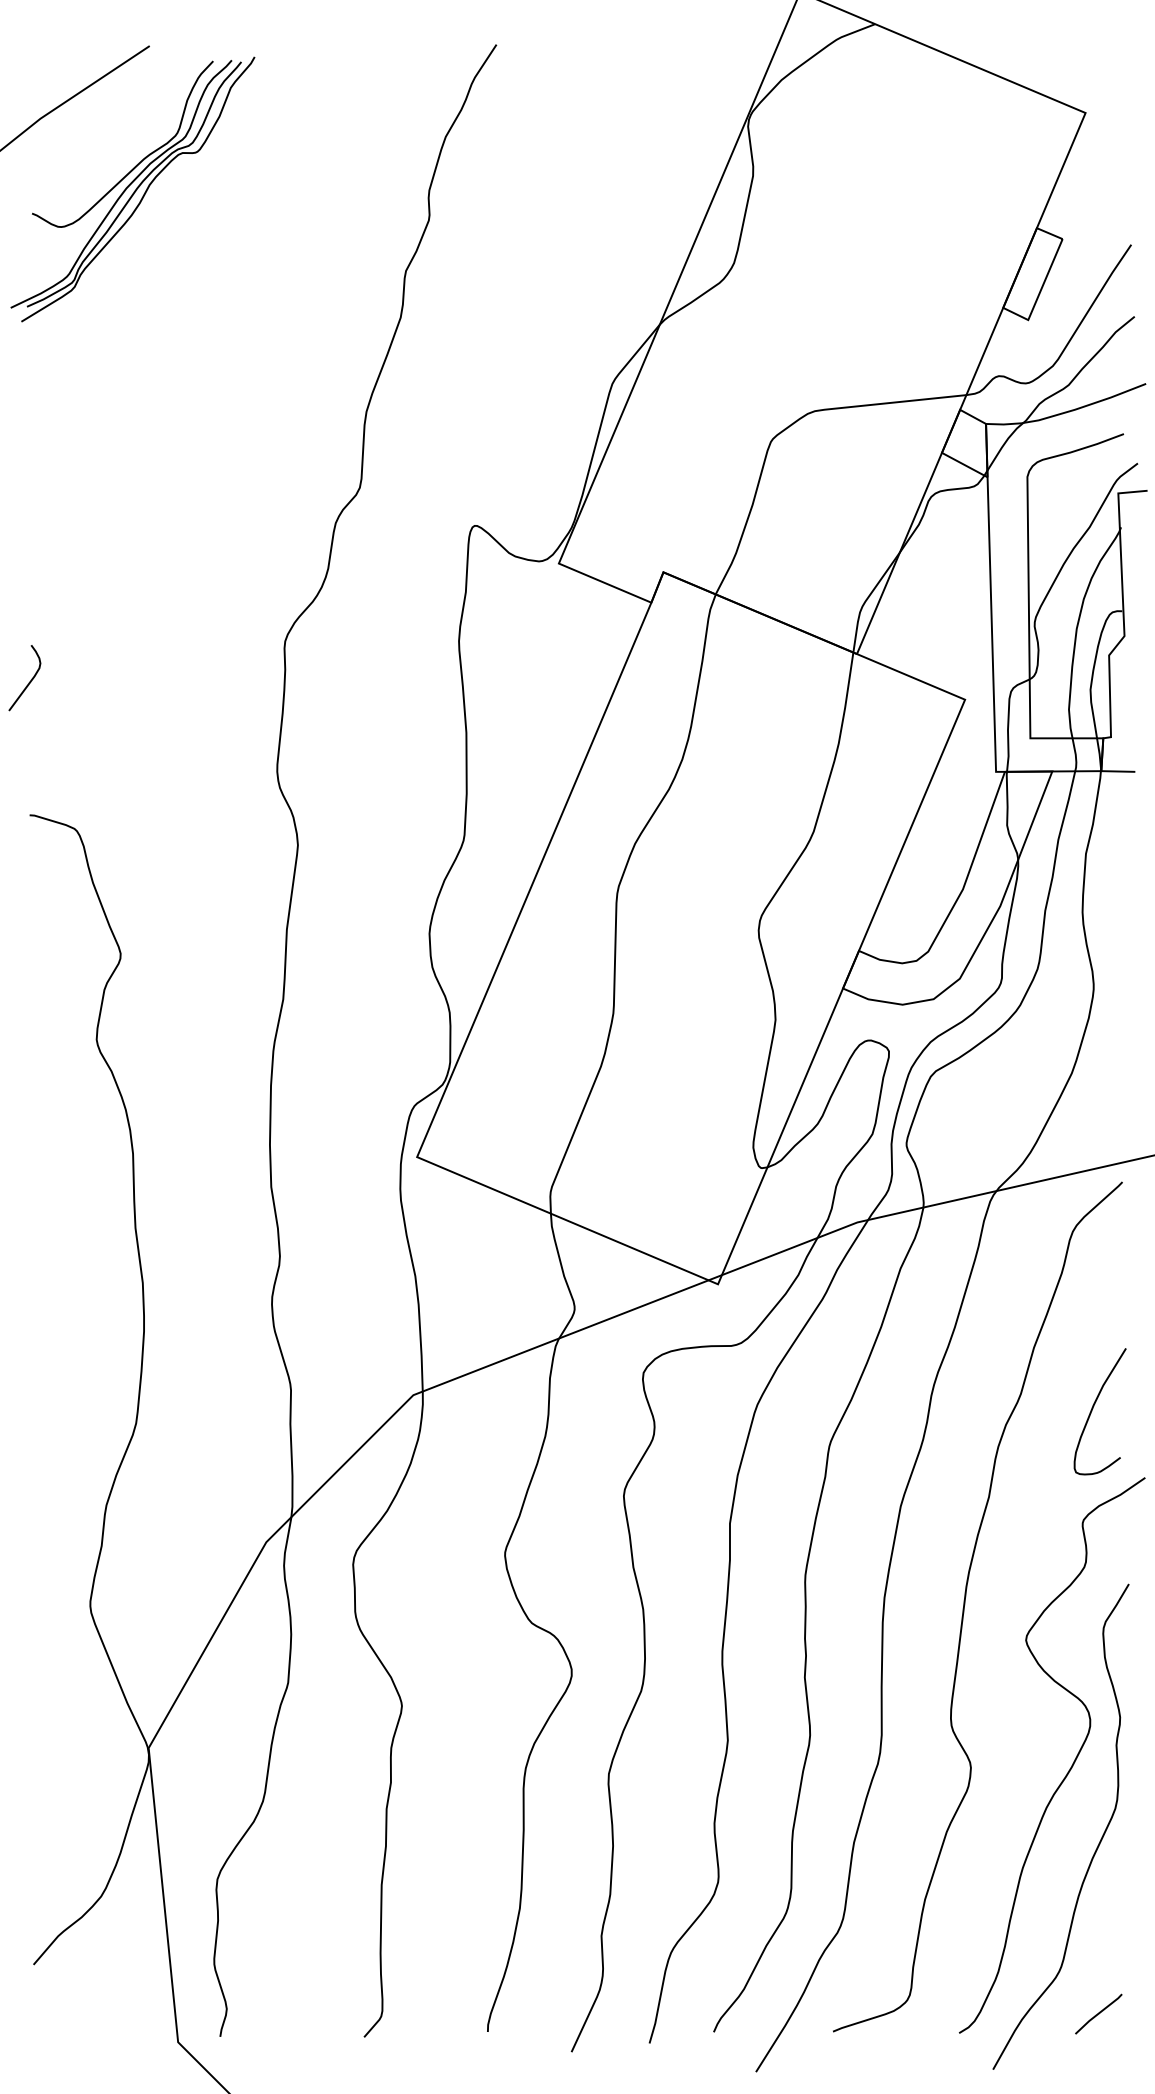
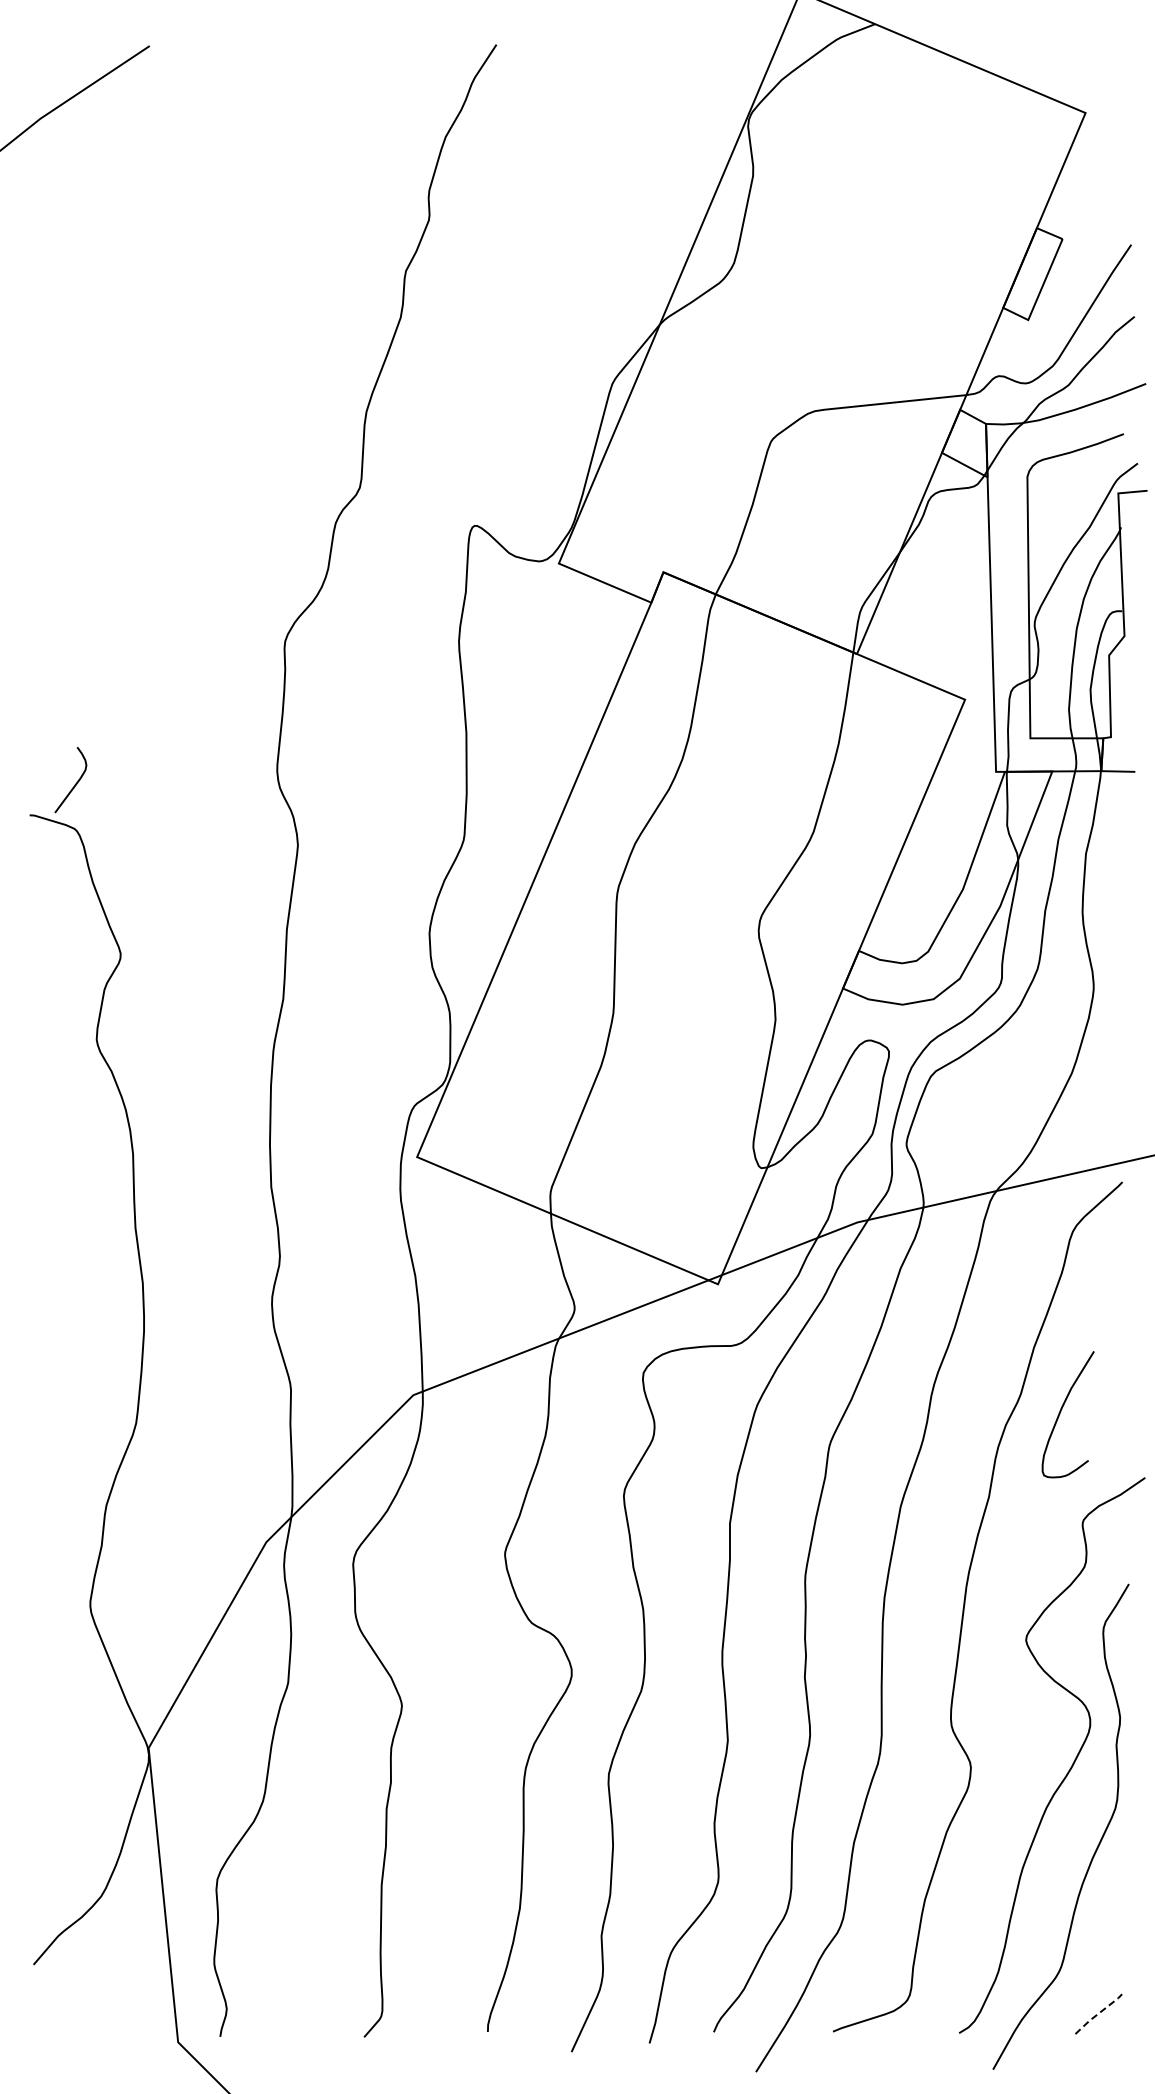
part at (132, 189): present -> none
curve at (28, 682) position: (28, 682) -> (74, 784)
curve at (1093, 1408) position: (1093, 1408) -> (1061, 1411)
line at (1098, 2013): solid -> dashed
